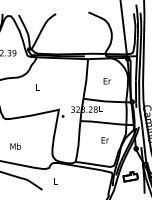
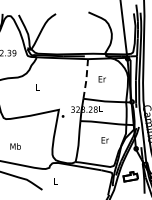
line at (86, 79): solid -> dashed
text at (106, 81) position: (106, 81) -> (101, 79)
